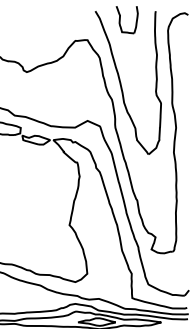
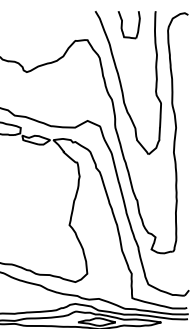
part at (126, 20) position: (126, 20) -> (128, 25)
